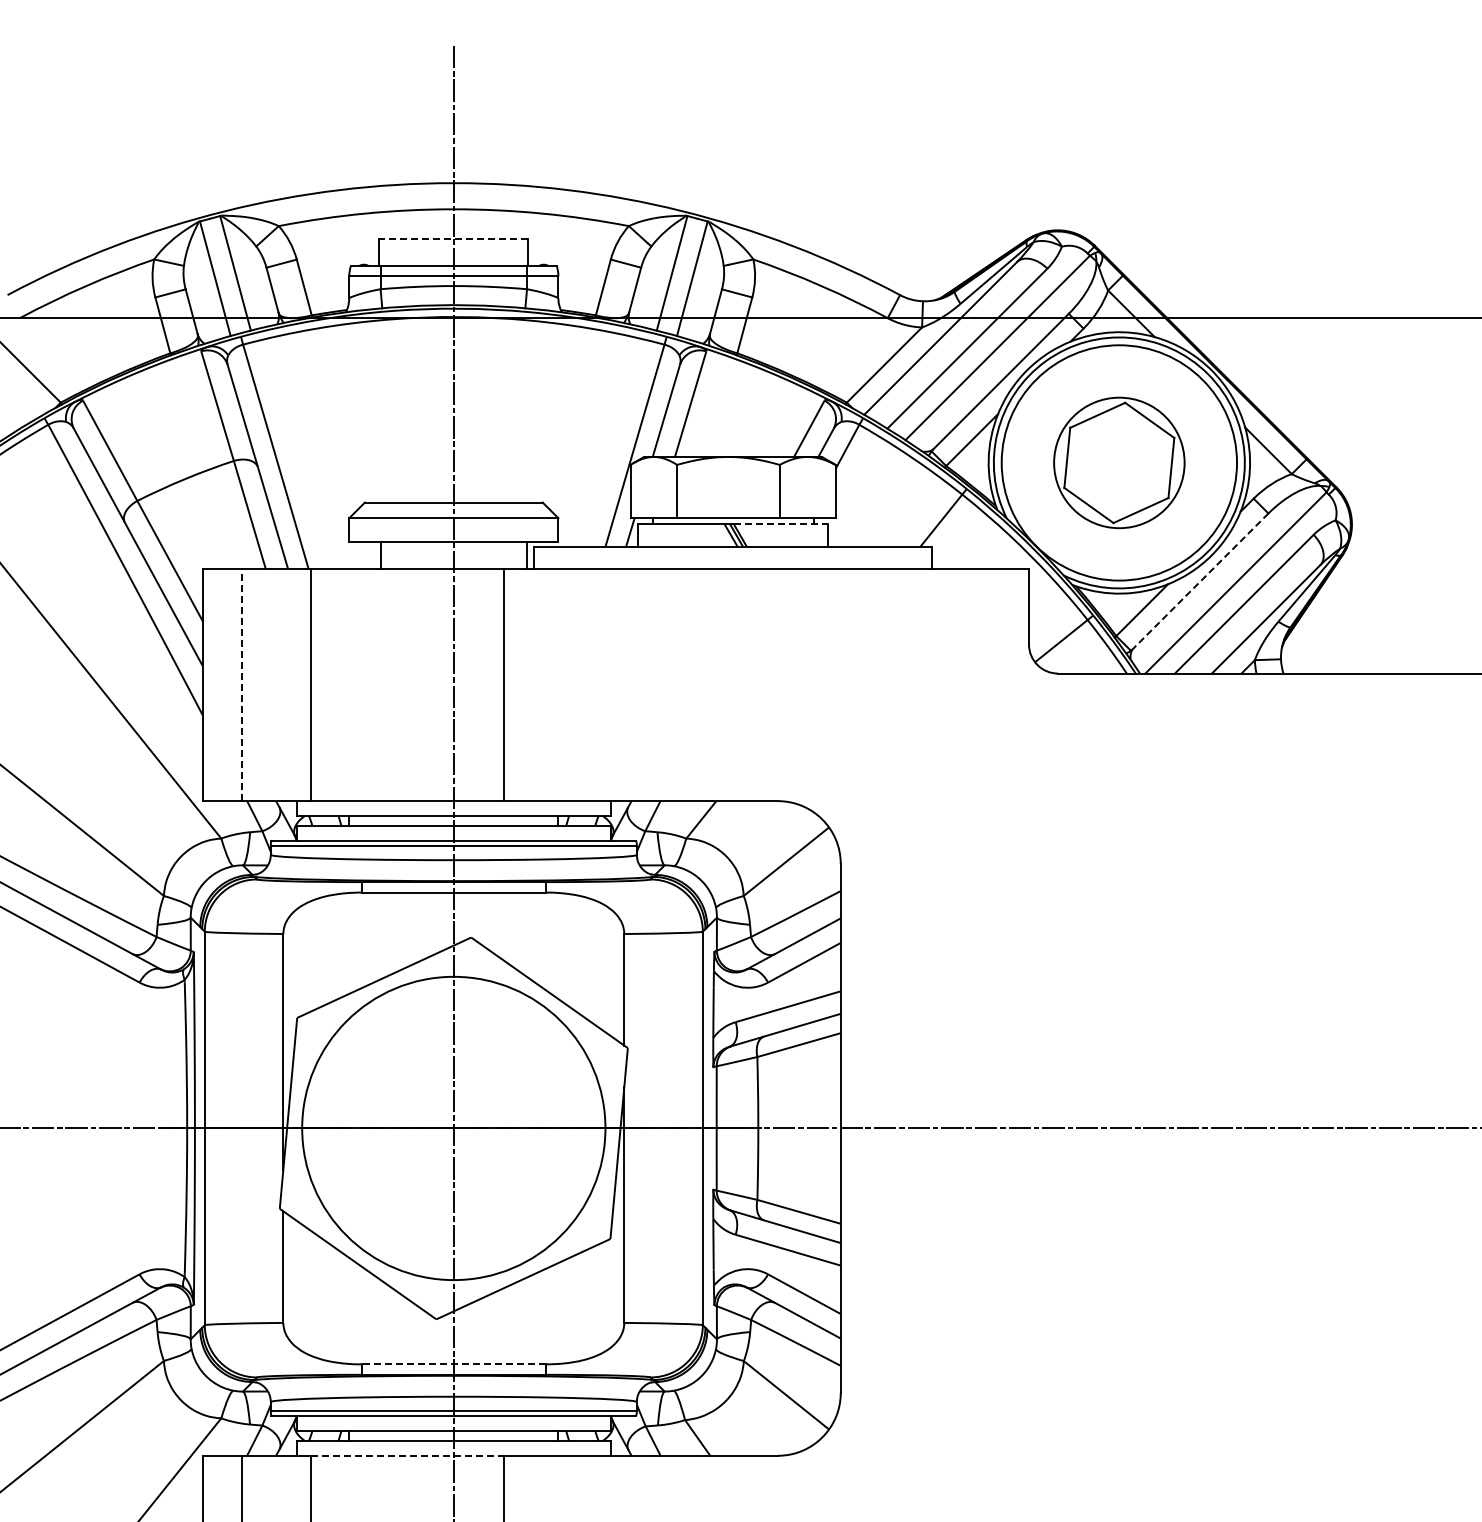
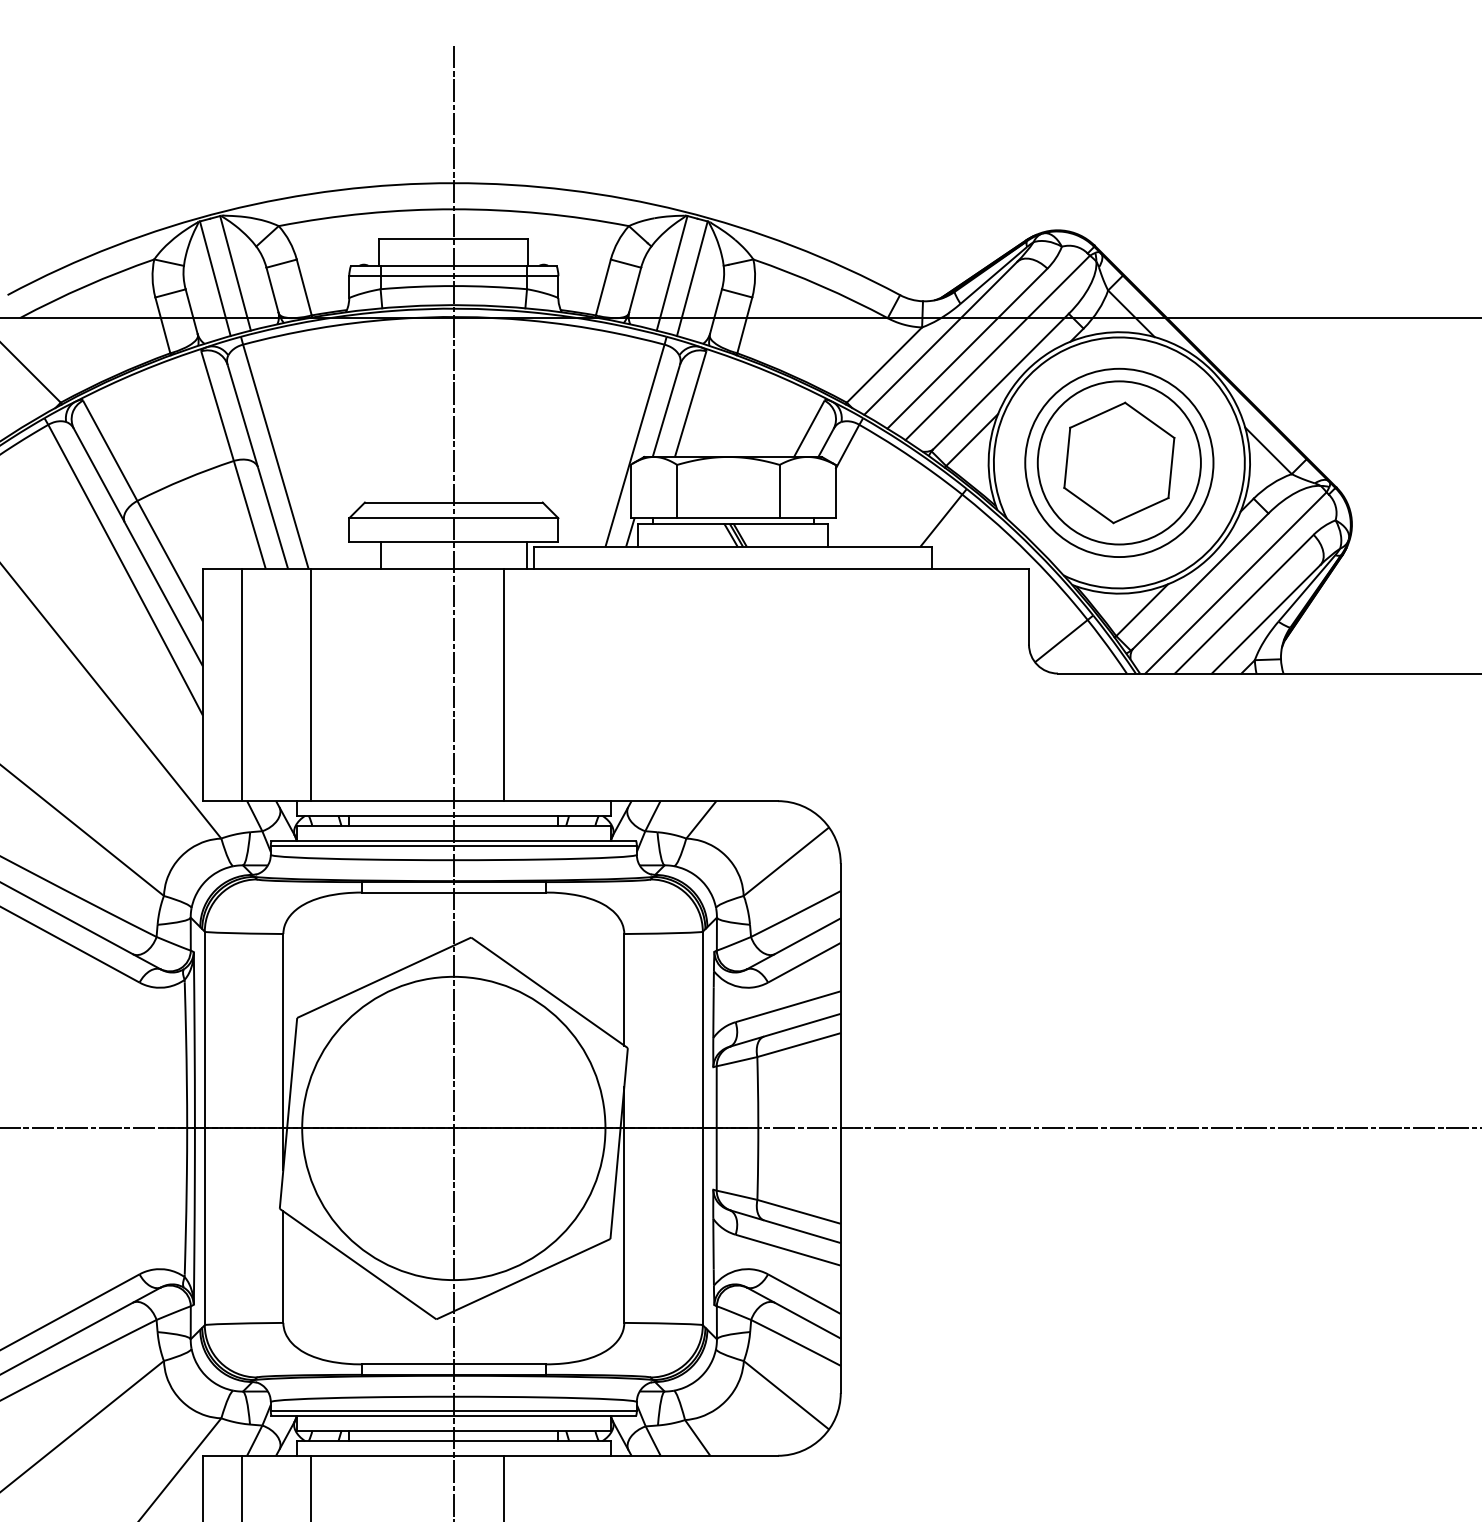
line at (453, 239): dashed -> solid
circle at (1119, 462) diameter: 131 px -> 163 px
circle at (1119, 462) diameter: 235 px -> 188 px
line at (781, 523): dashed -> solid
line at (1200, 581): dashed -> solid
line at (241, 684): dashed -> solid
line at (453, 1364): dashed -> solid
line at (407, 1455): dashed -> solid
